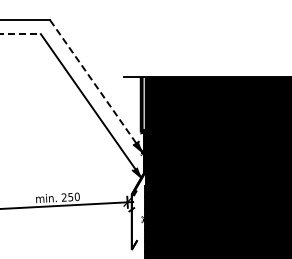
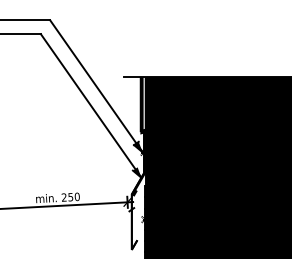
line at (20, 34): dashed -> solid
line at (96, 86): dashed -> solid
